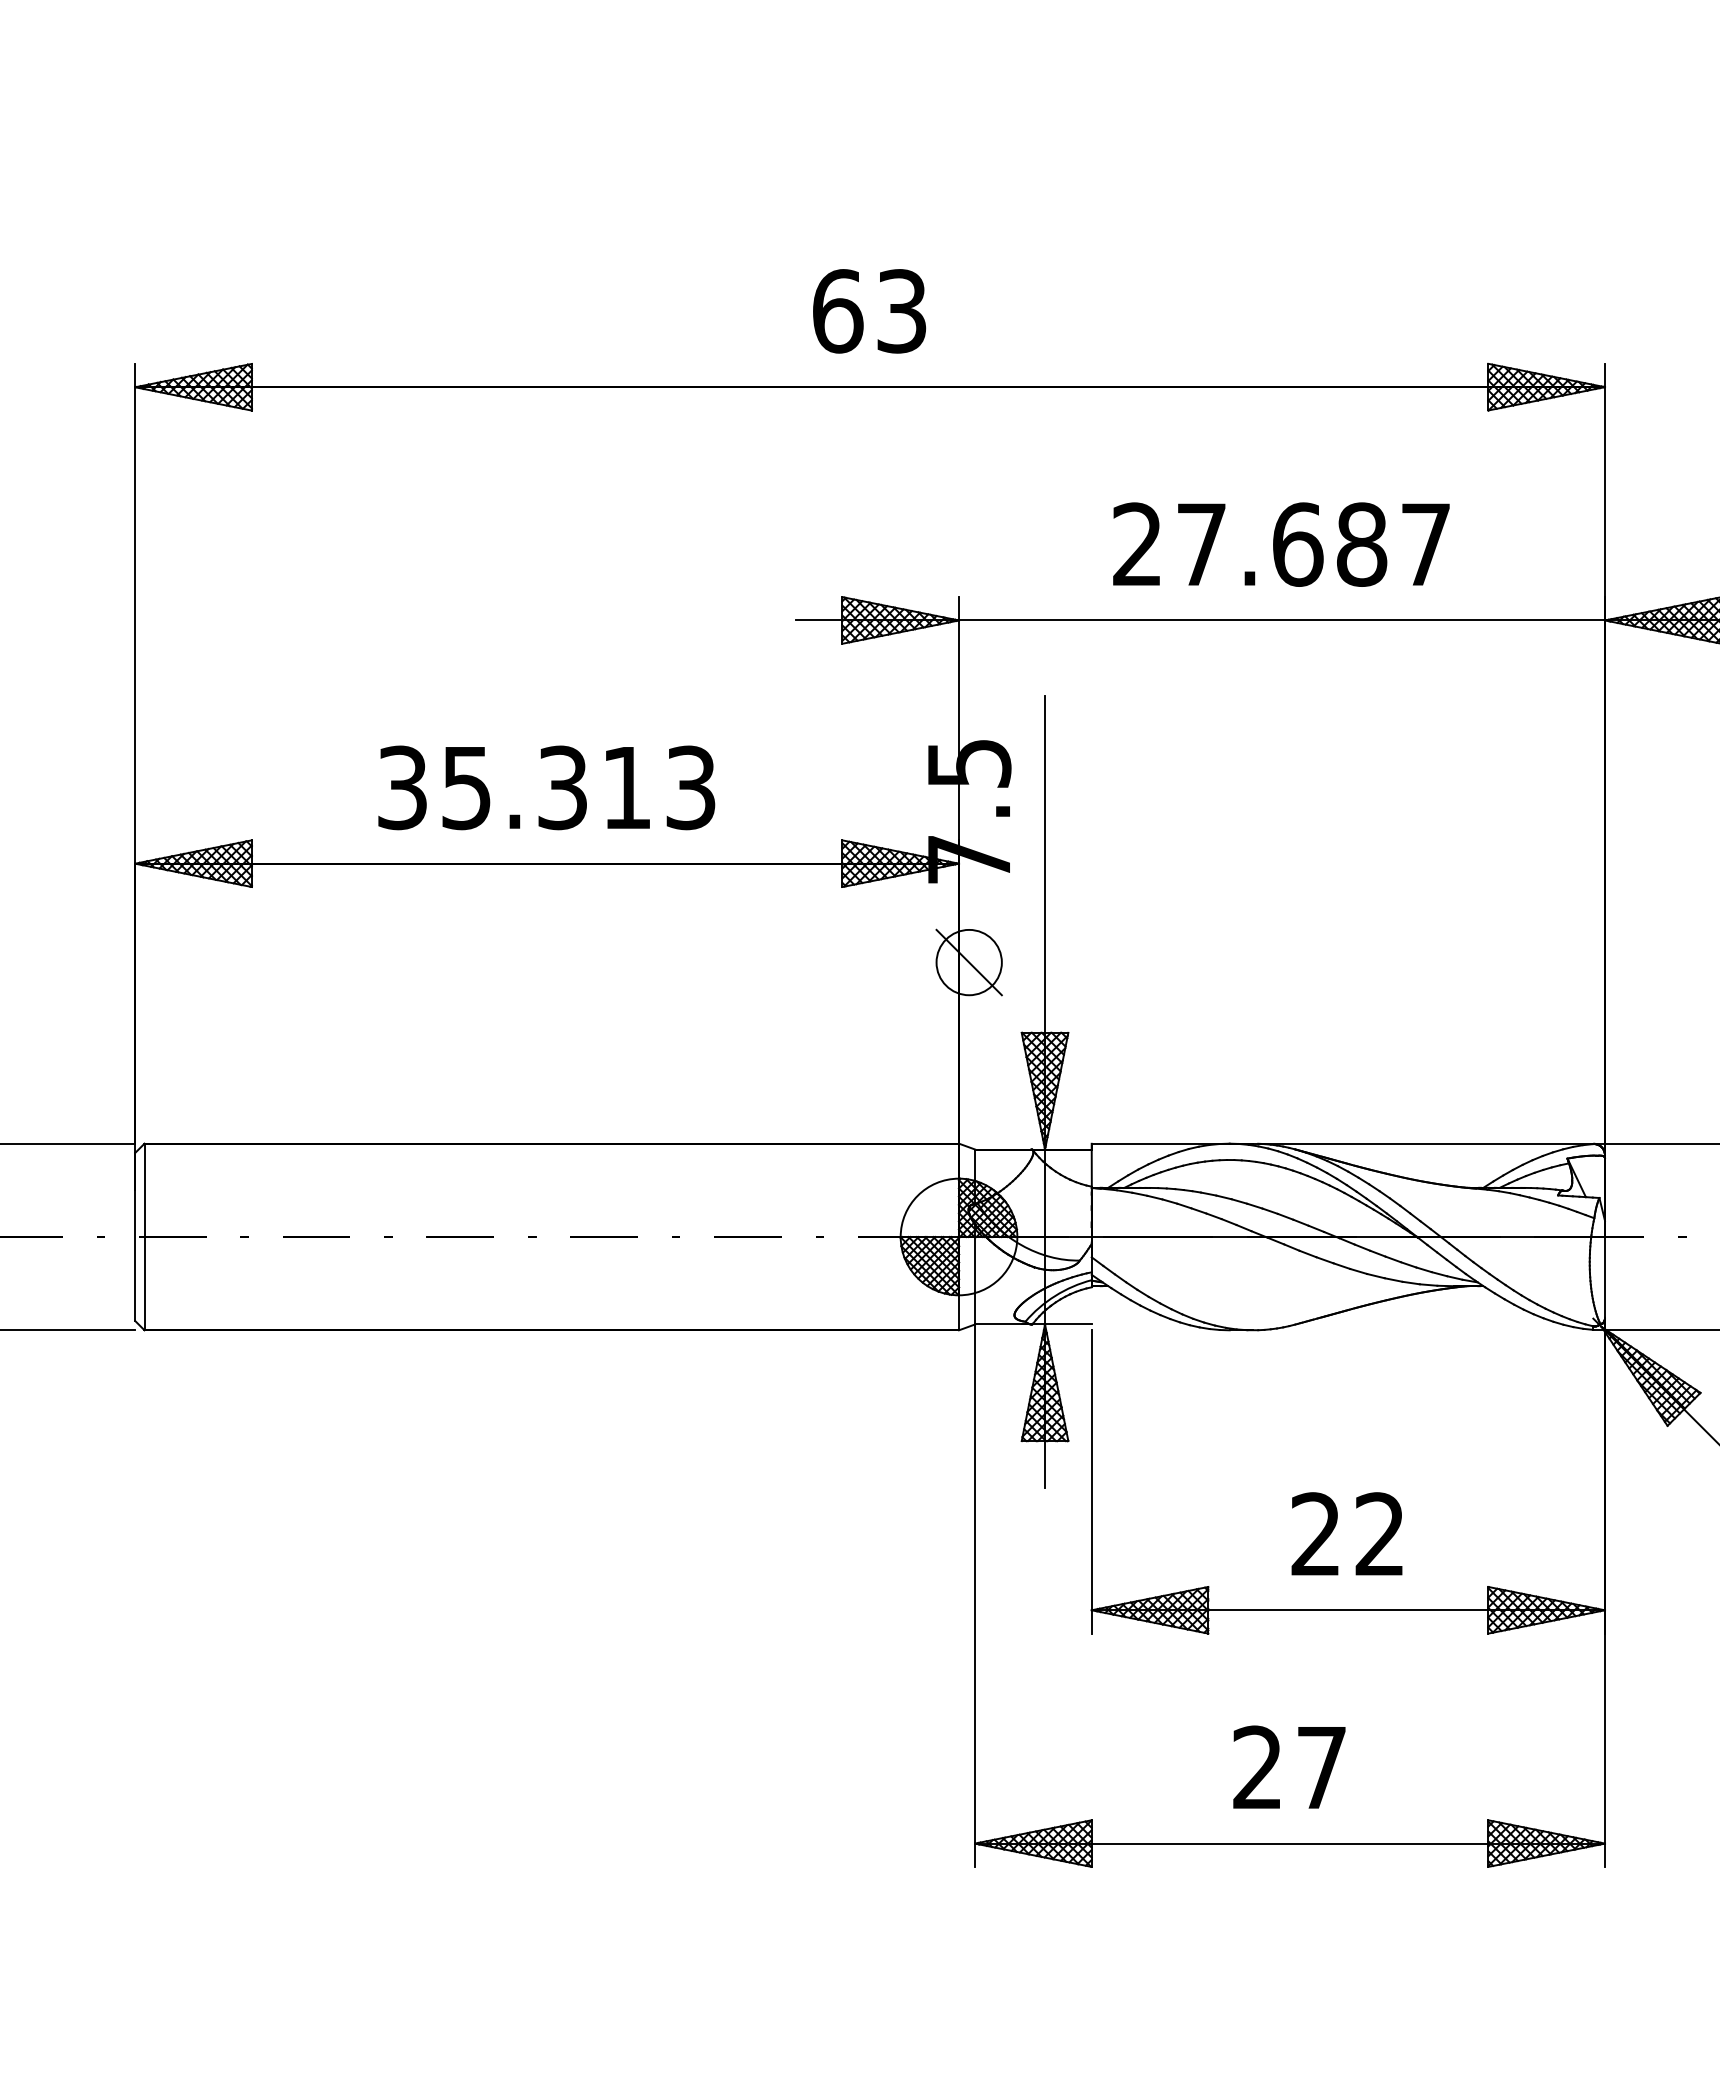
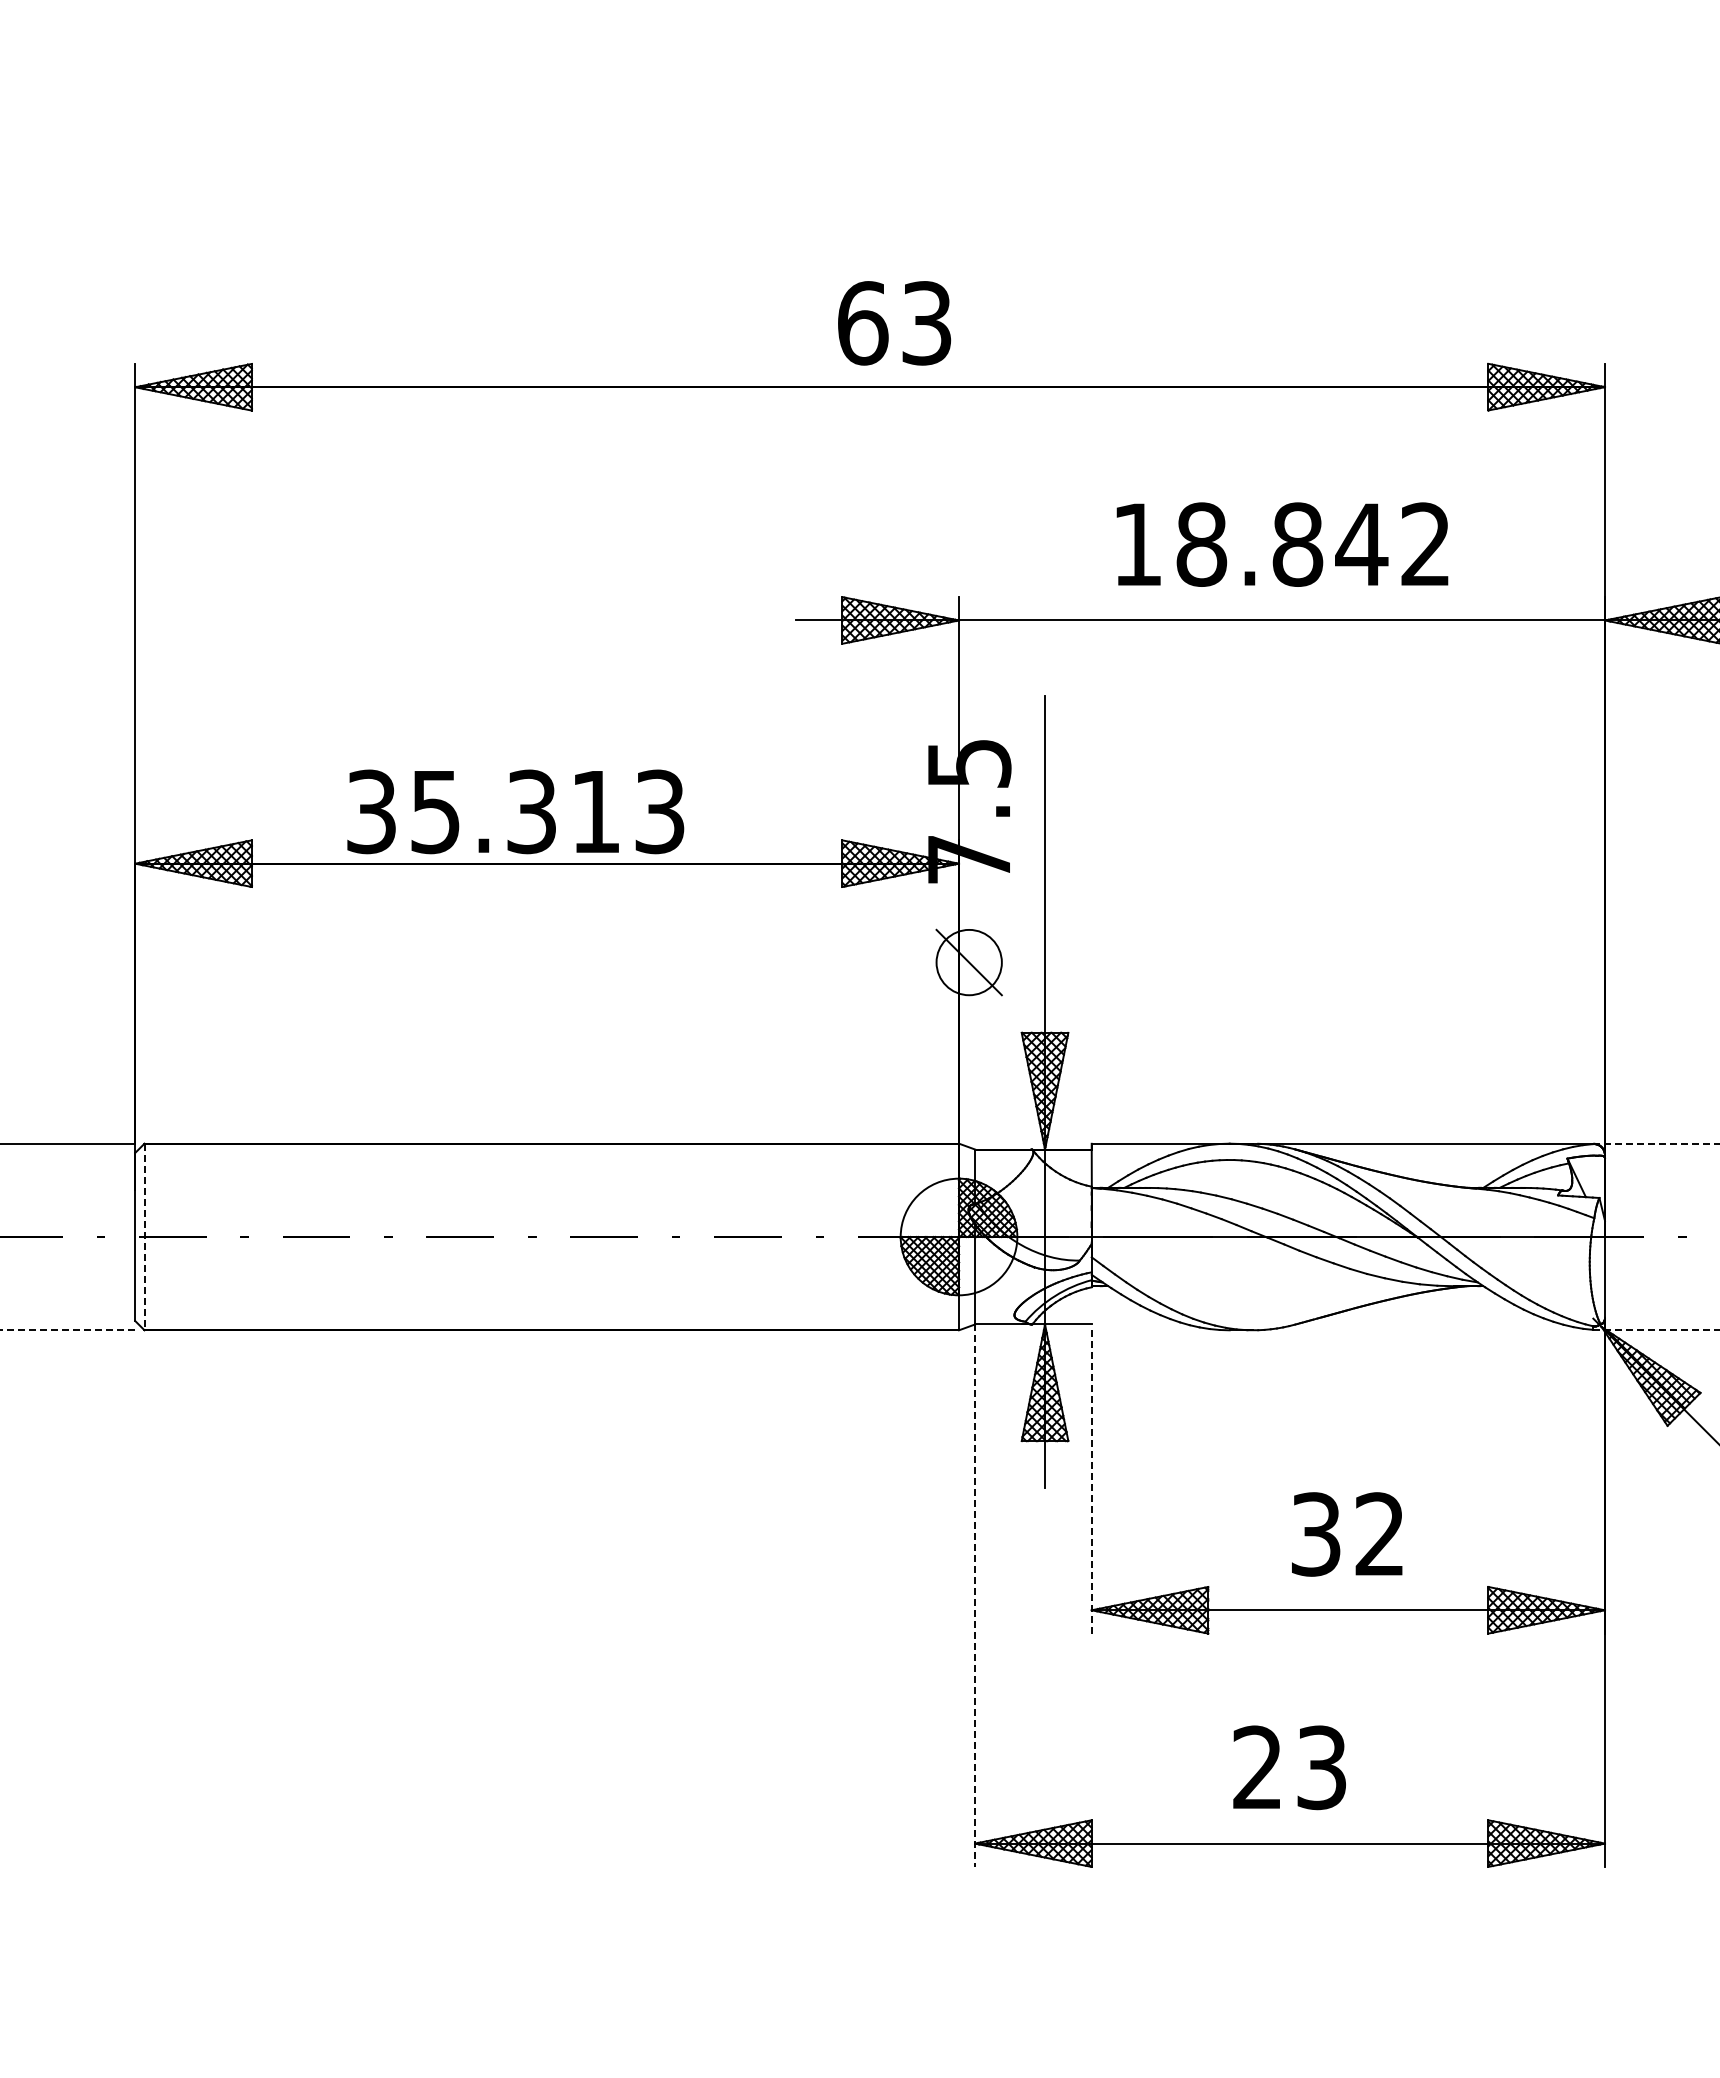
text at (869, 311) position: (869, 311) -> (894, 323)
text at (1281, 544): 27.687 -> 18.842
text at (546, 787) position: (546, 787) -> (515, 811)
line at (1656, 1143): solid -> dashed
line at (144, 1237): solid -> dashed
line at (67, 1330): solid -> dashed
line at (1656, 1330): solid -> dashed
line at (1091, 1481): solid -> dashed
text at (1315, 1534): 22 -> 32
line at (975, 1596): solid -> dashed
text at (1321, 1767): 27 -> 23
